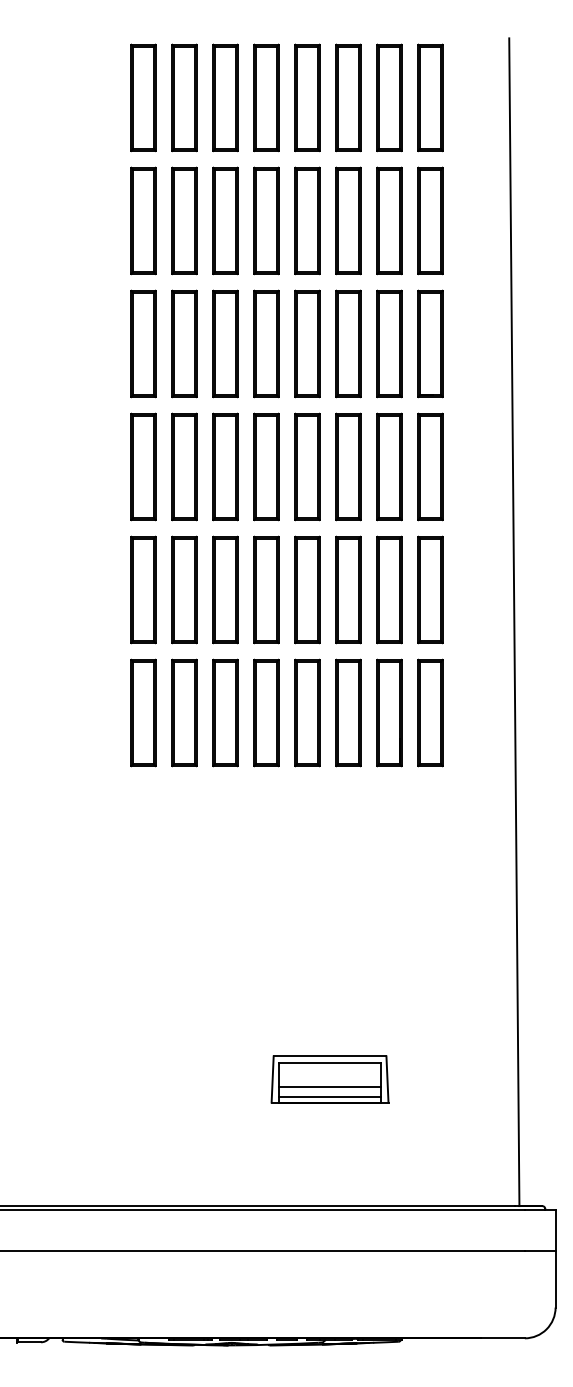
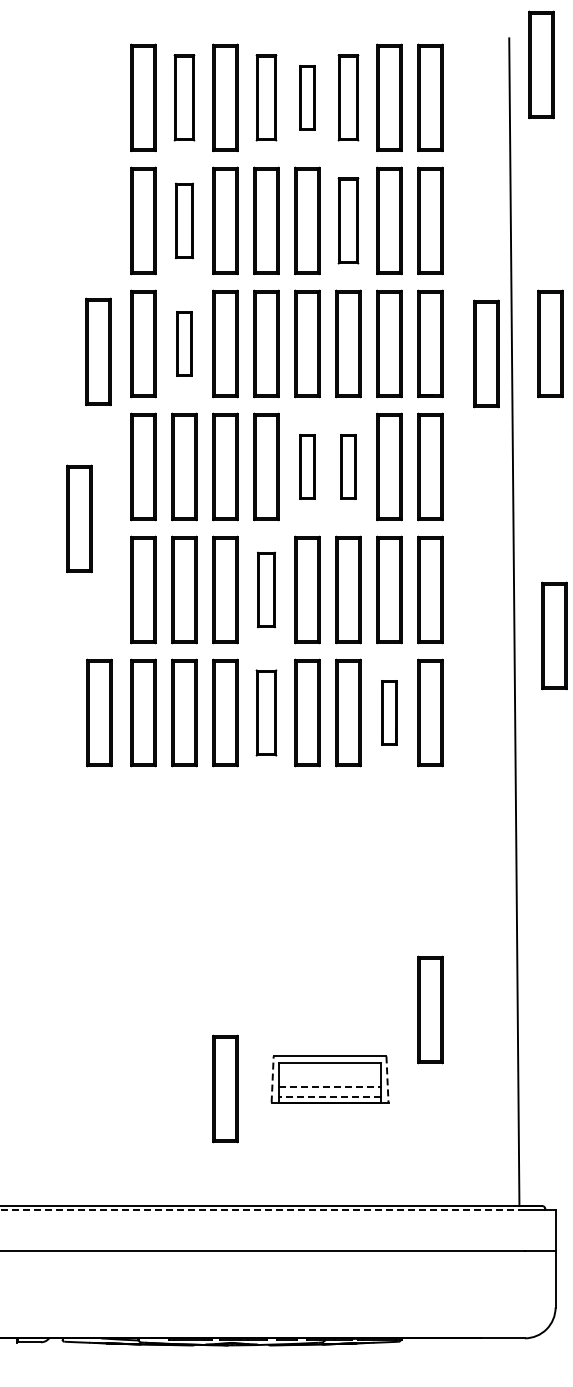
part at (541, 64): none -> present
part at (184, 97) size: 27x110 px -> 23x88 px
part at (266, 97) size: 27x110 px -> 23x88 px
part at (307, 97) size: 27x110 px -> 17x66 px
part at (348, 97) size: 27x110 px -> 23x88 px
part at (184, 220) size: 27x110 px -> 19x78 px
part at (348, 220) size: 27x110 px -> 23x88 px
part at (184, 343) size: 27x110 px -> 17x66 px
part at (550, 343): none -> present
part at (98, 351): none -> present
part at (486, 353): none -> present
part at (307, 466) size: 27x110 px -> 17x66 px
part at (348, 466) size: 27x110 px -> 17x66 px
part at (79, 518): none -> present
part at (266, 589) size: 27x110 px -> 19x78 px
part at (554, 635): none -> present
part at (99, 712): none -> present
part at (266, 712) size: 27x110 px -> 23x88 px
part at (389, 712) size: 27x110 px -> 17x66 px
part at (430, 1009): none -> present
line at (272, 1079): solid -> dashed
line at (387, 1079): solid -> dashed
line at (330, 1087): solid -> dashed
part at (225, 1088): none -> present
line at (329, 1097): solid -> dashed
line at (262, 1210): solid -> dashed
